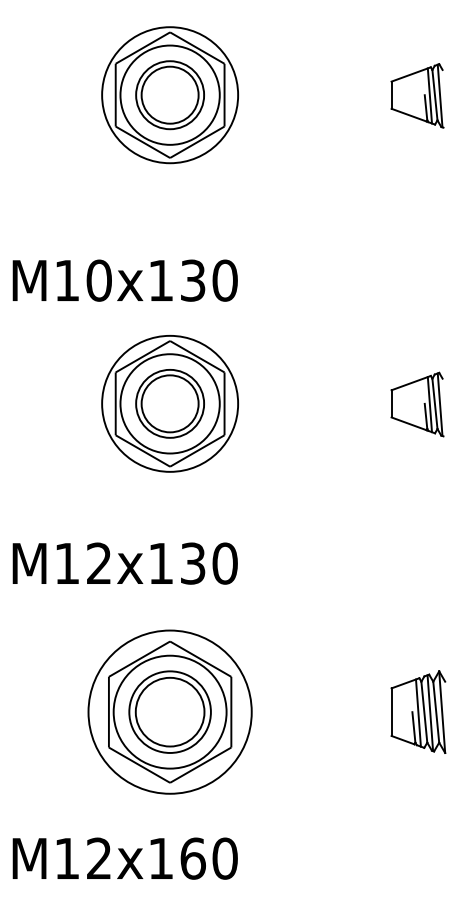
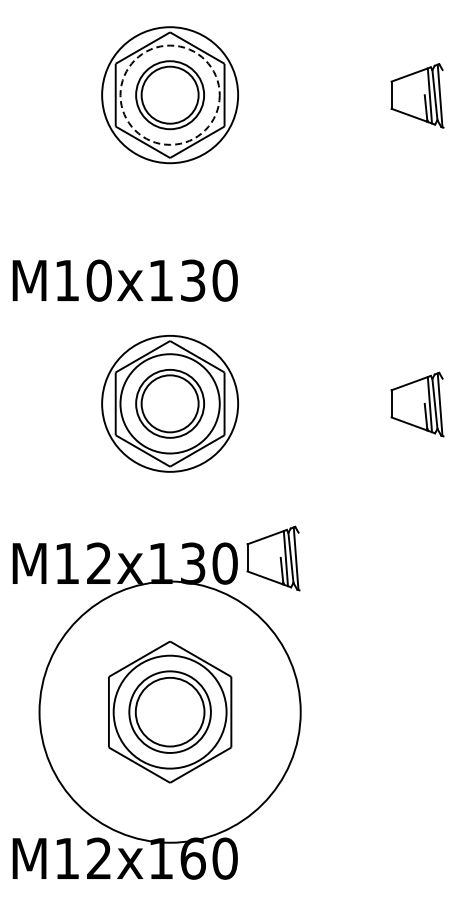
circle at (169, 94): solid -> dashed
part at (273, 558): none -> present
circle at (169, 711) diameter: 163 px -> 261 px
part at (418, 711): present -> none
